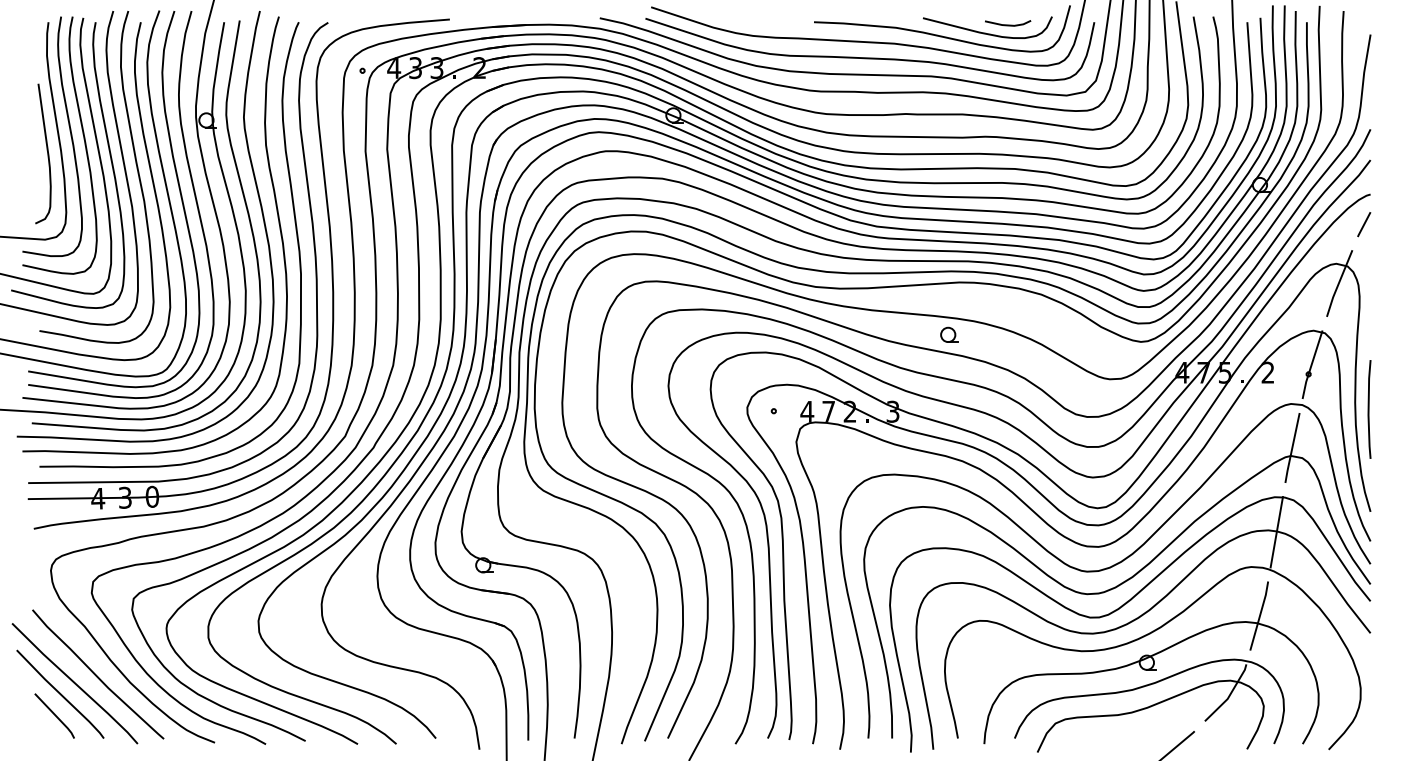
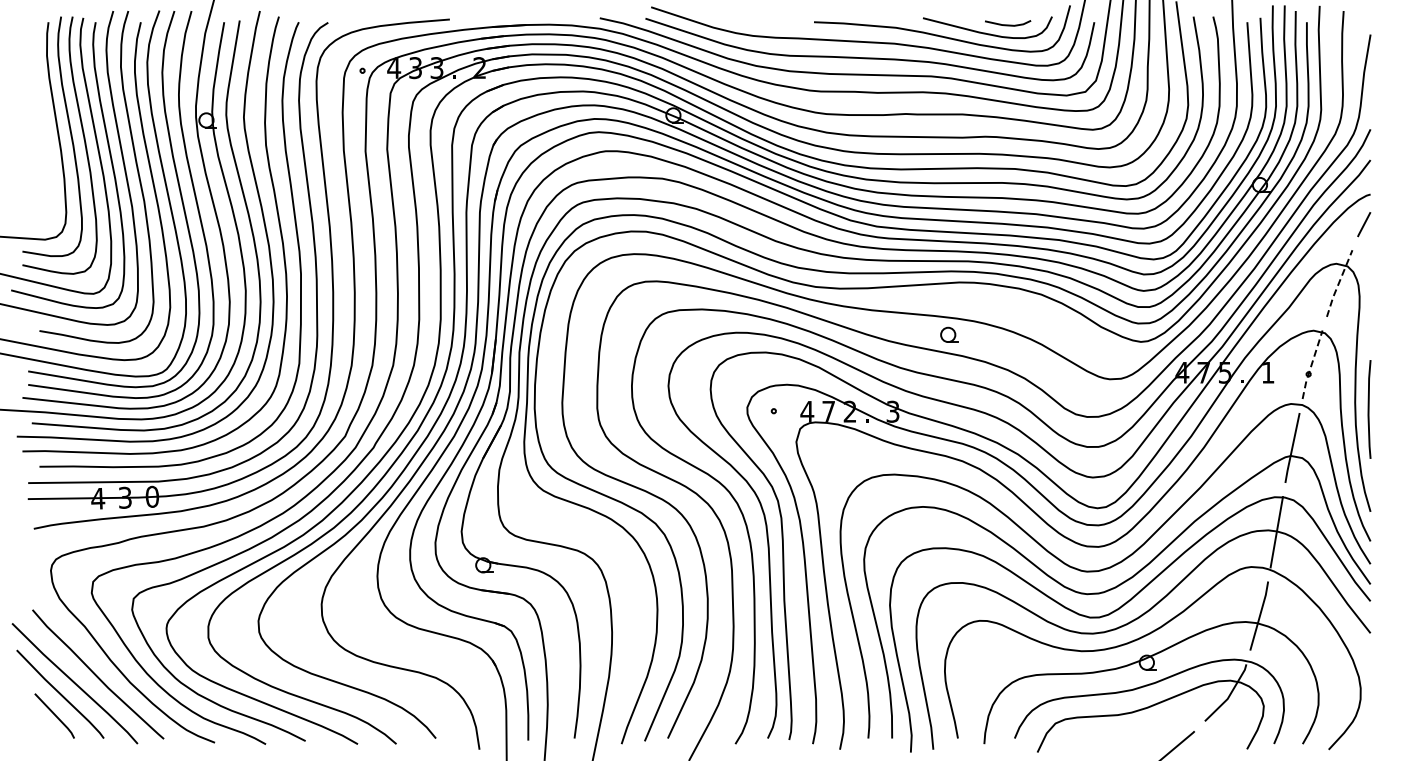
curve at (47, 153): present -> none
line at (1338, 283): solid -> dashed
line at (1311, 364): solid -> dashed
text at (1267, 372): 2 -> 1
